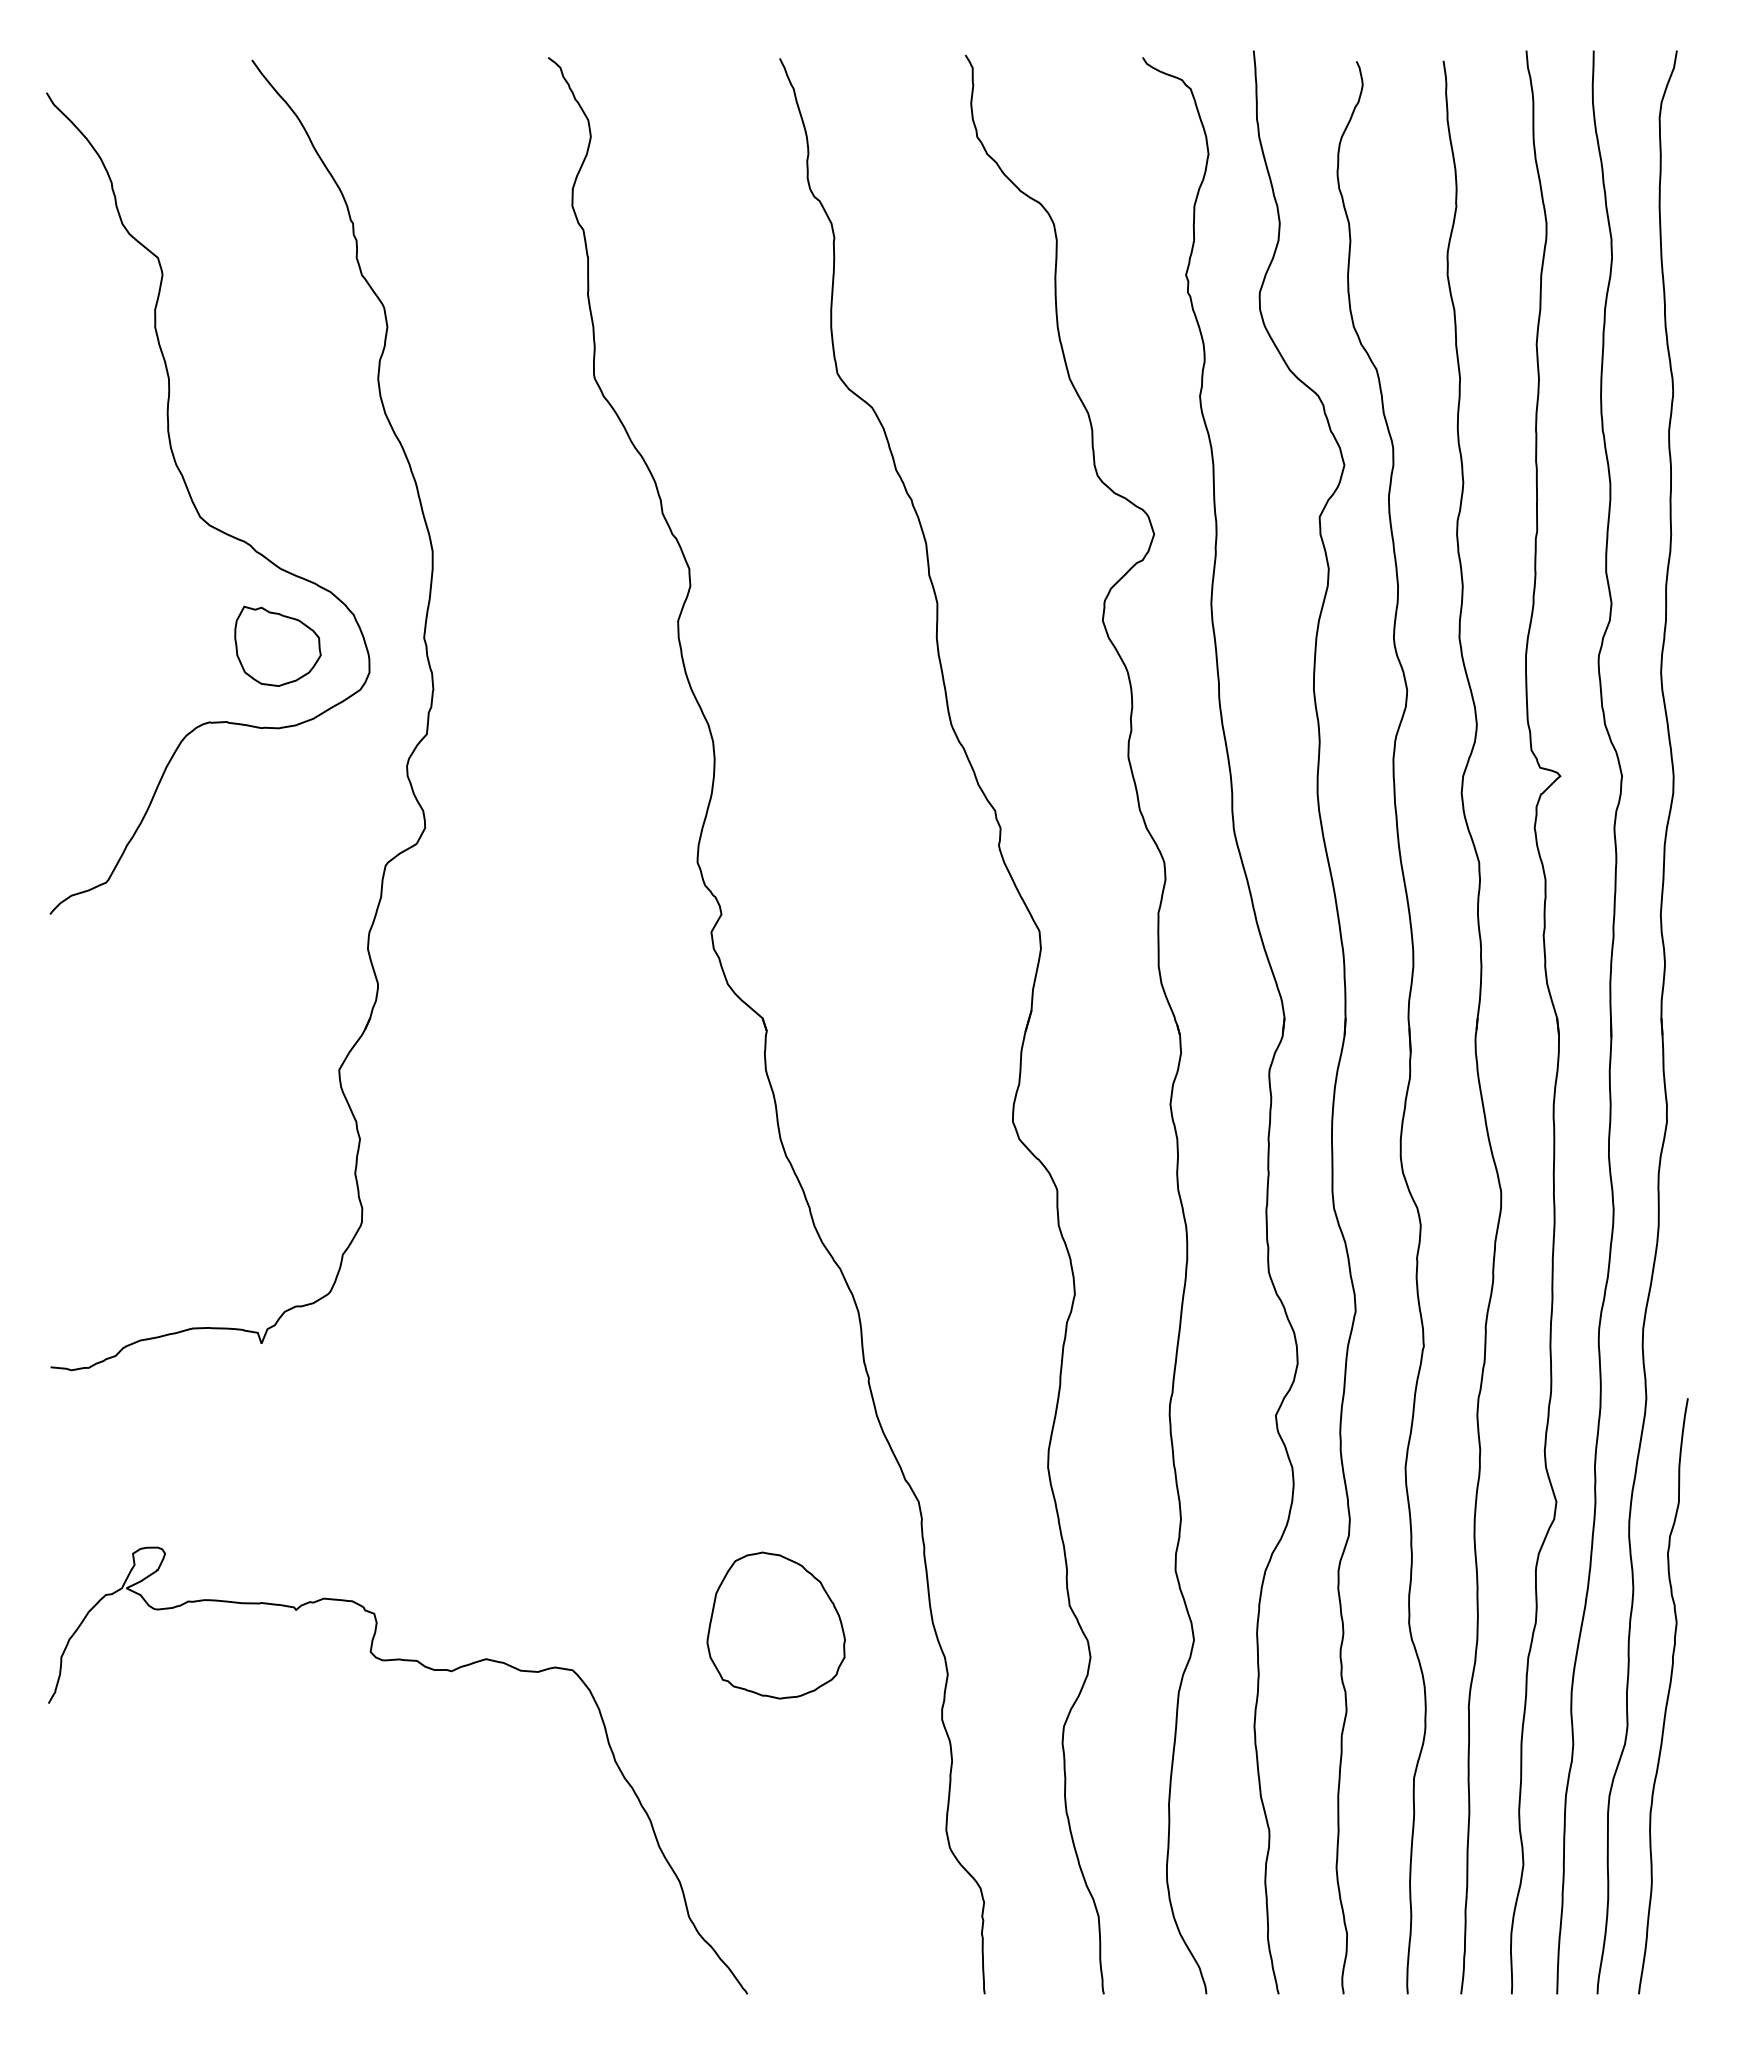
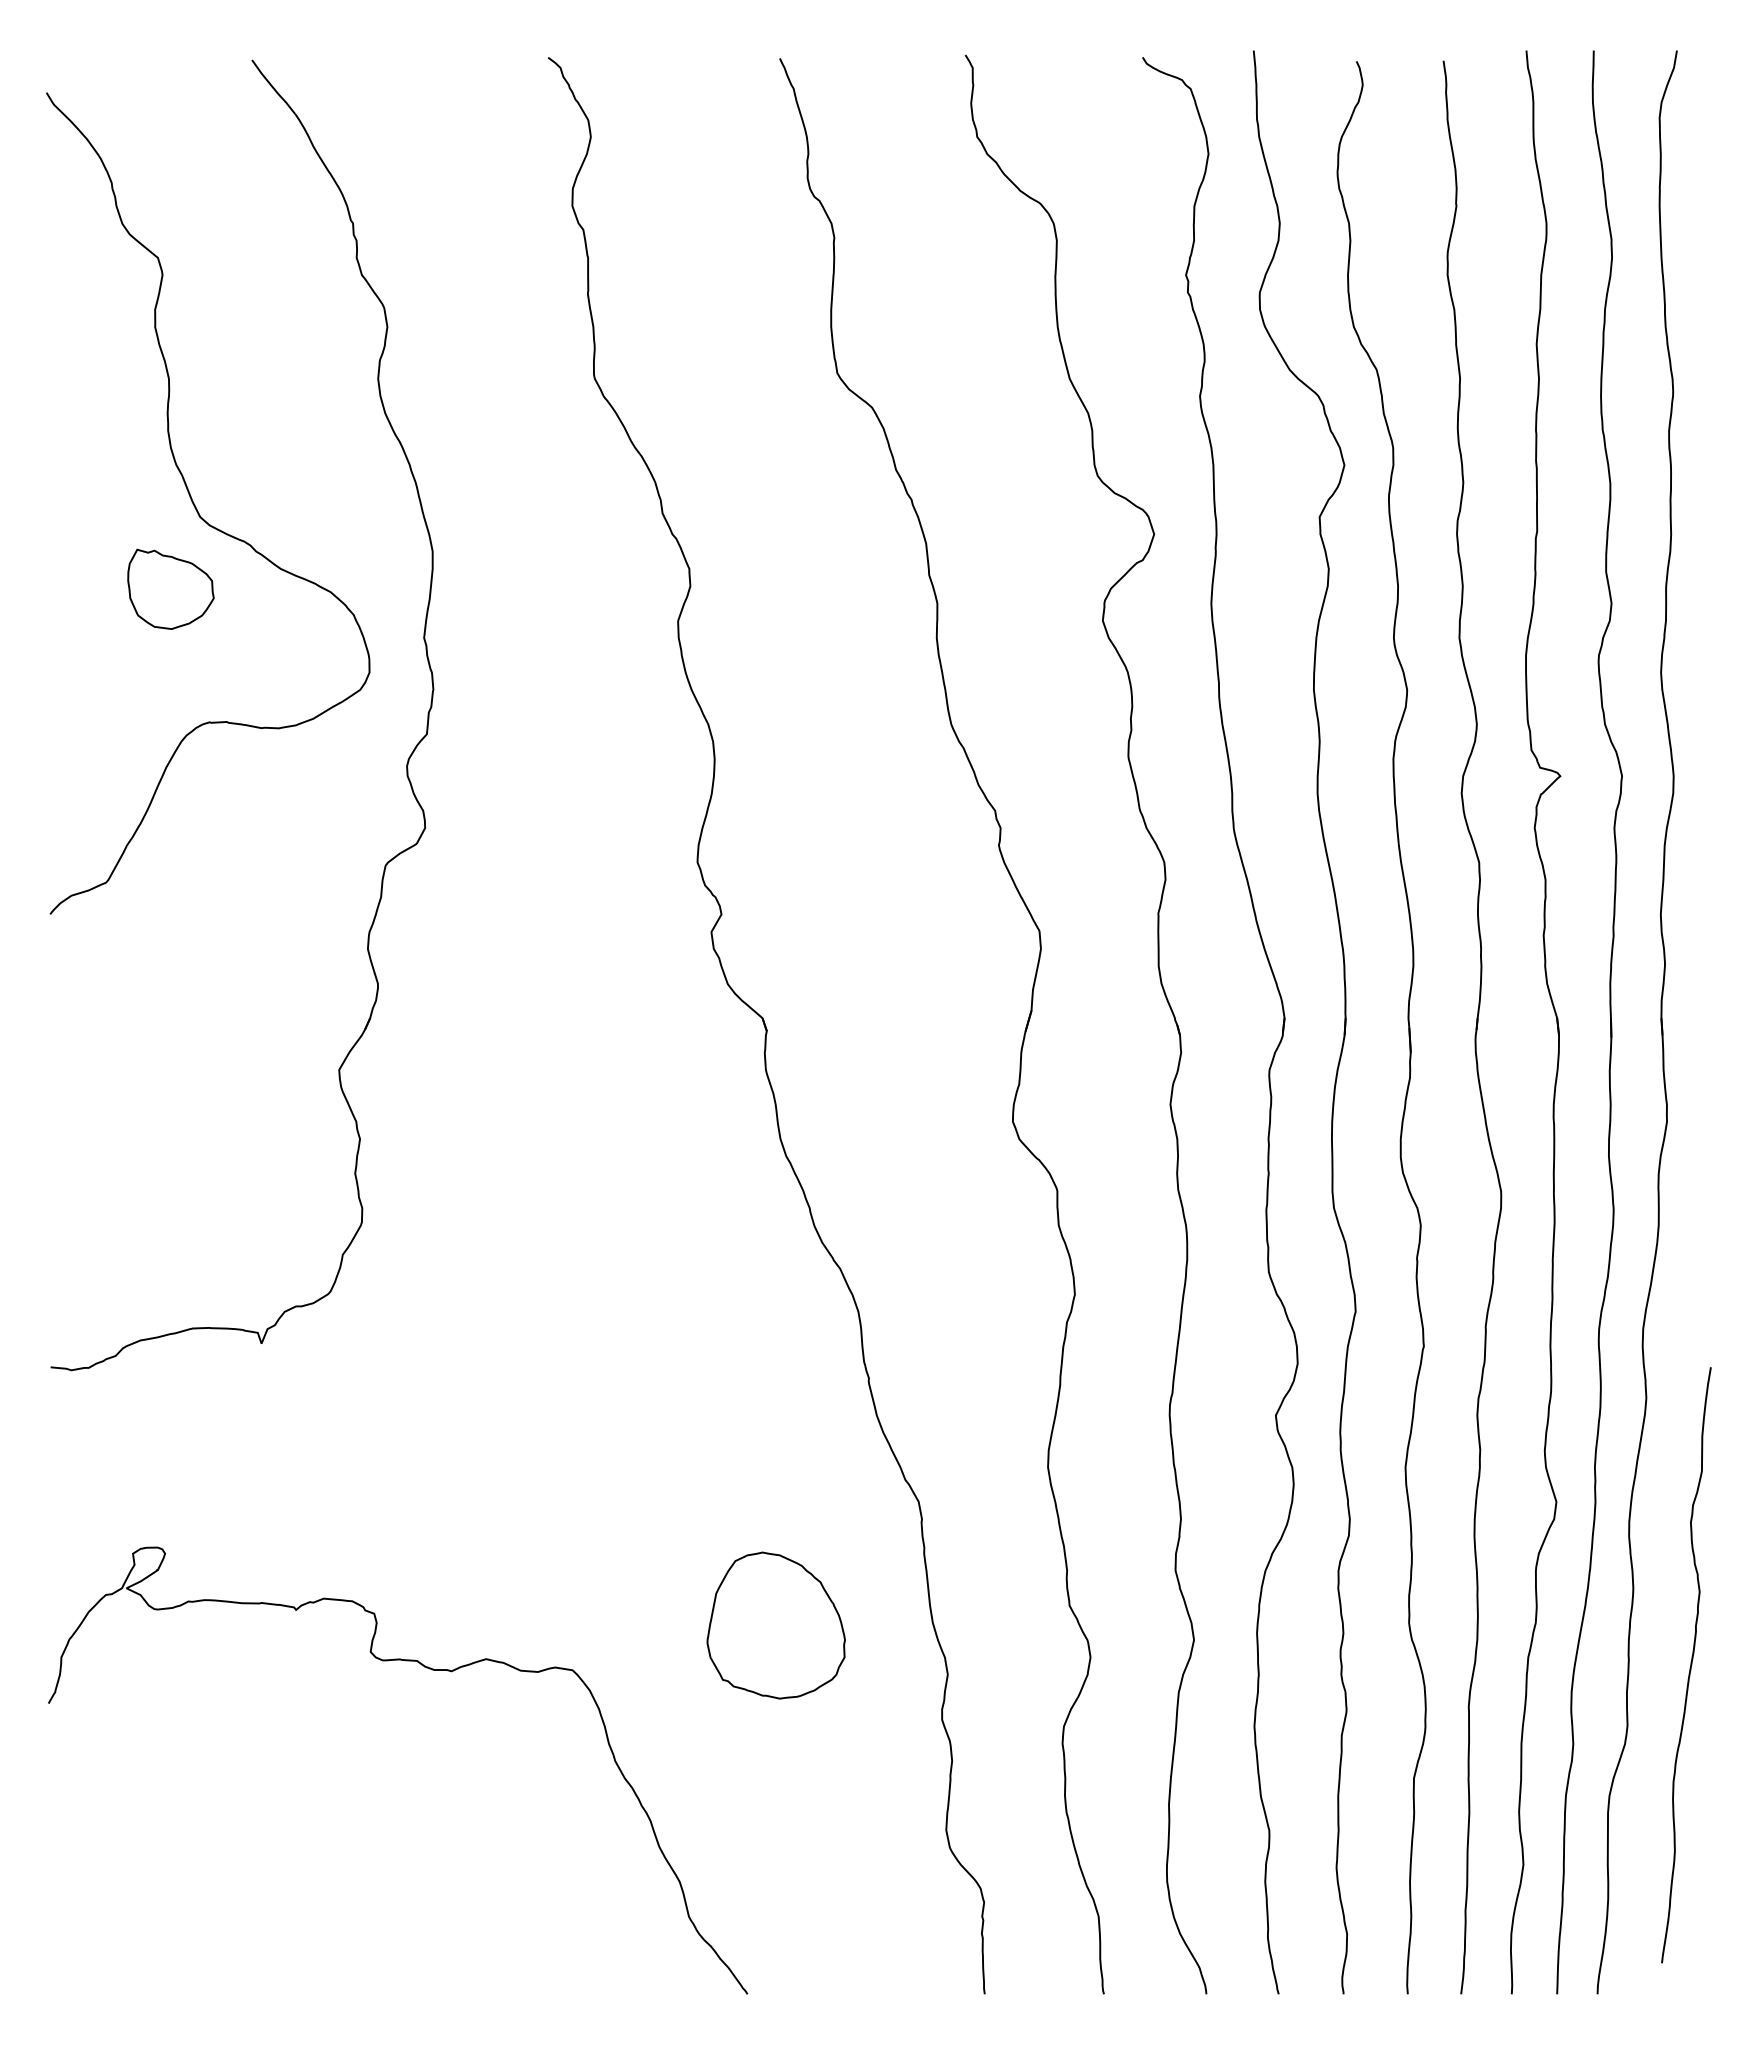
part at (277, 645) position: (277, 645) -> (170, 588)
curve at (1666, 1698) position: (1666, 1698) -> (1689, 1667)
